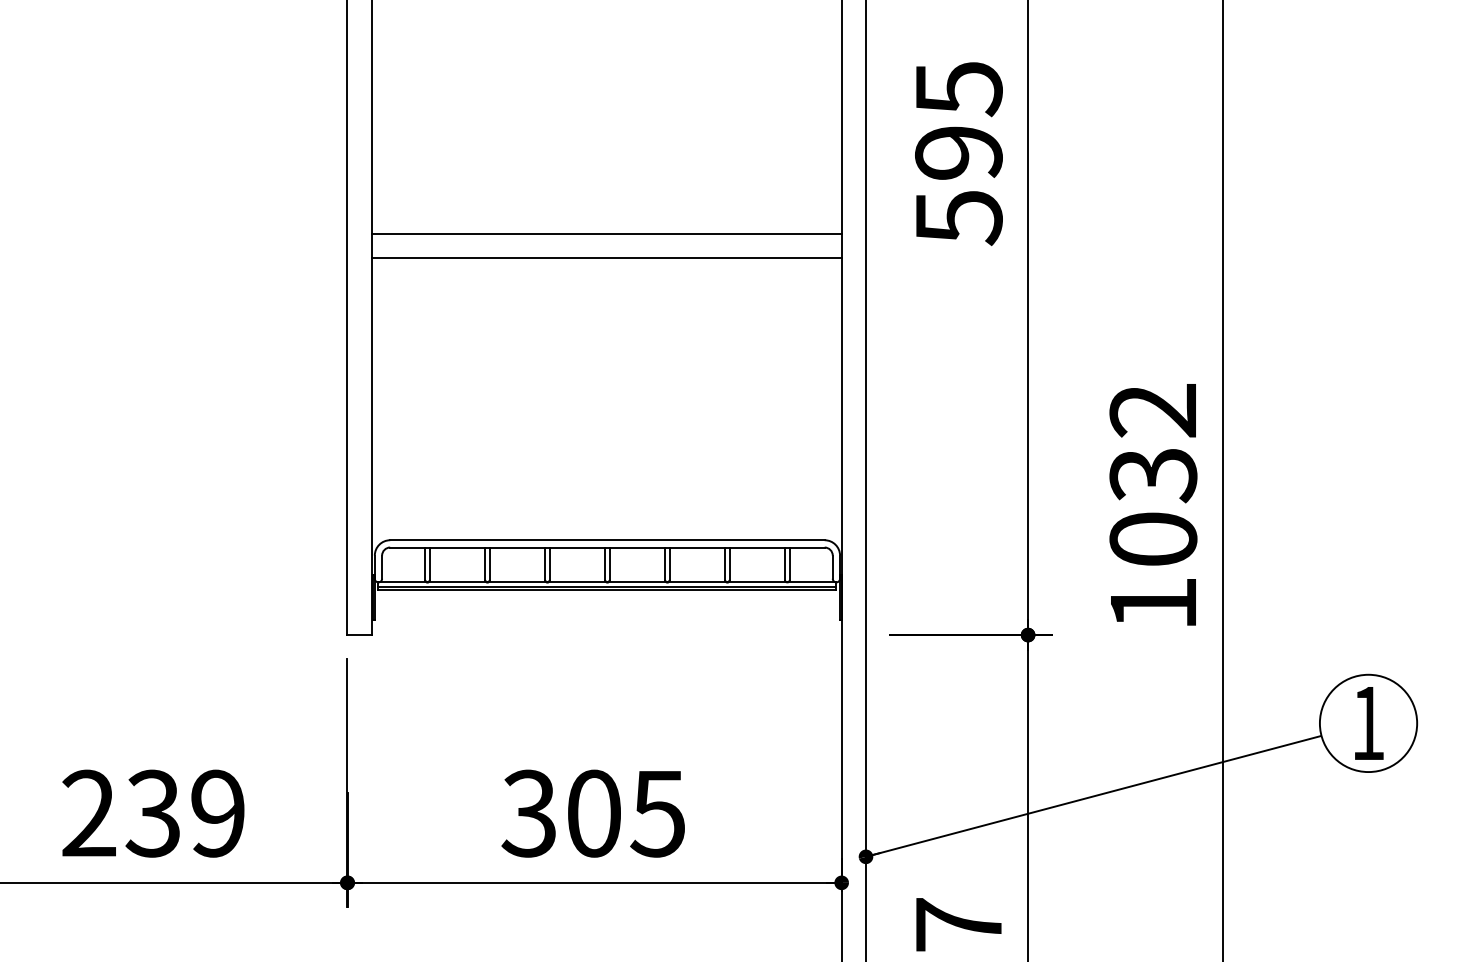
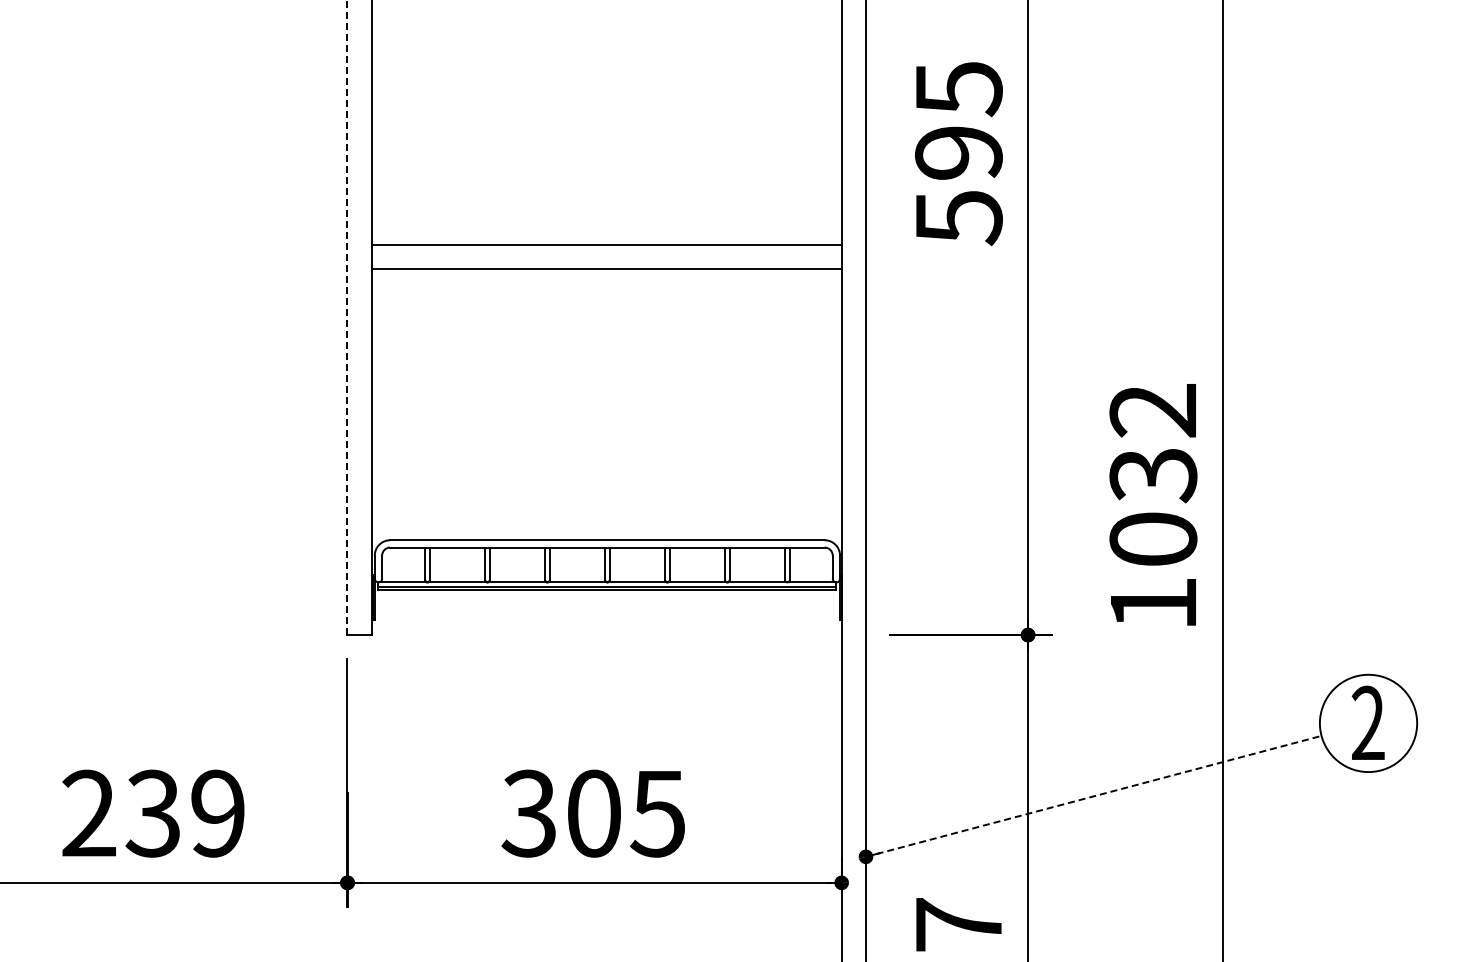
line at (606, 233) position: (606, 233) -> (606, 244)
line at (606, 258) position: (606, 258) -> (606, 269)
line at (347, 318): solid -> dashed
text at (1367, 722): 1 -> 2
line at (1093, 796): solid -> dashed
